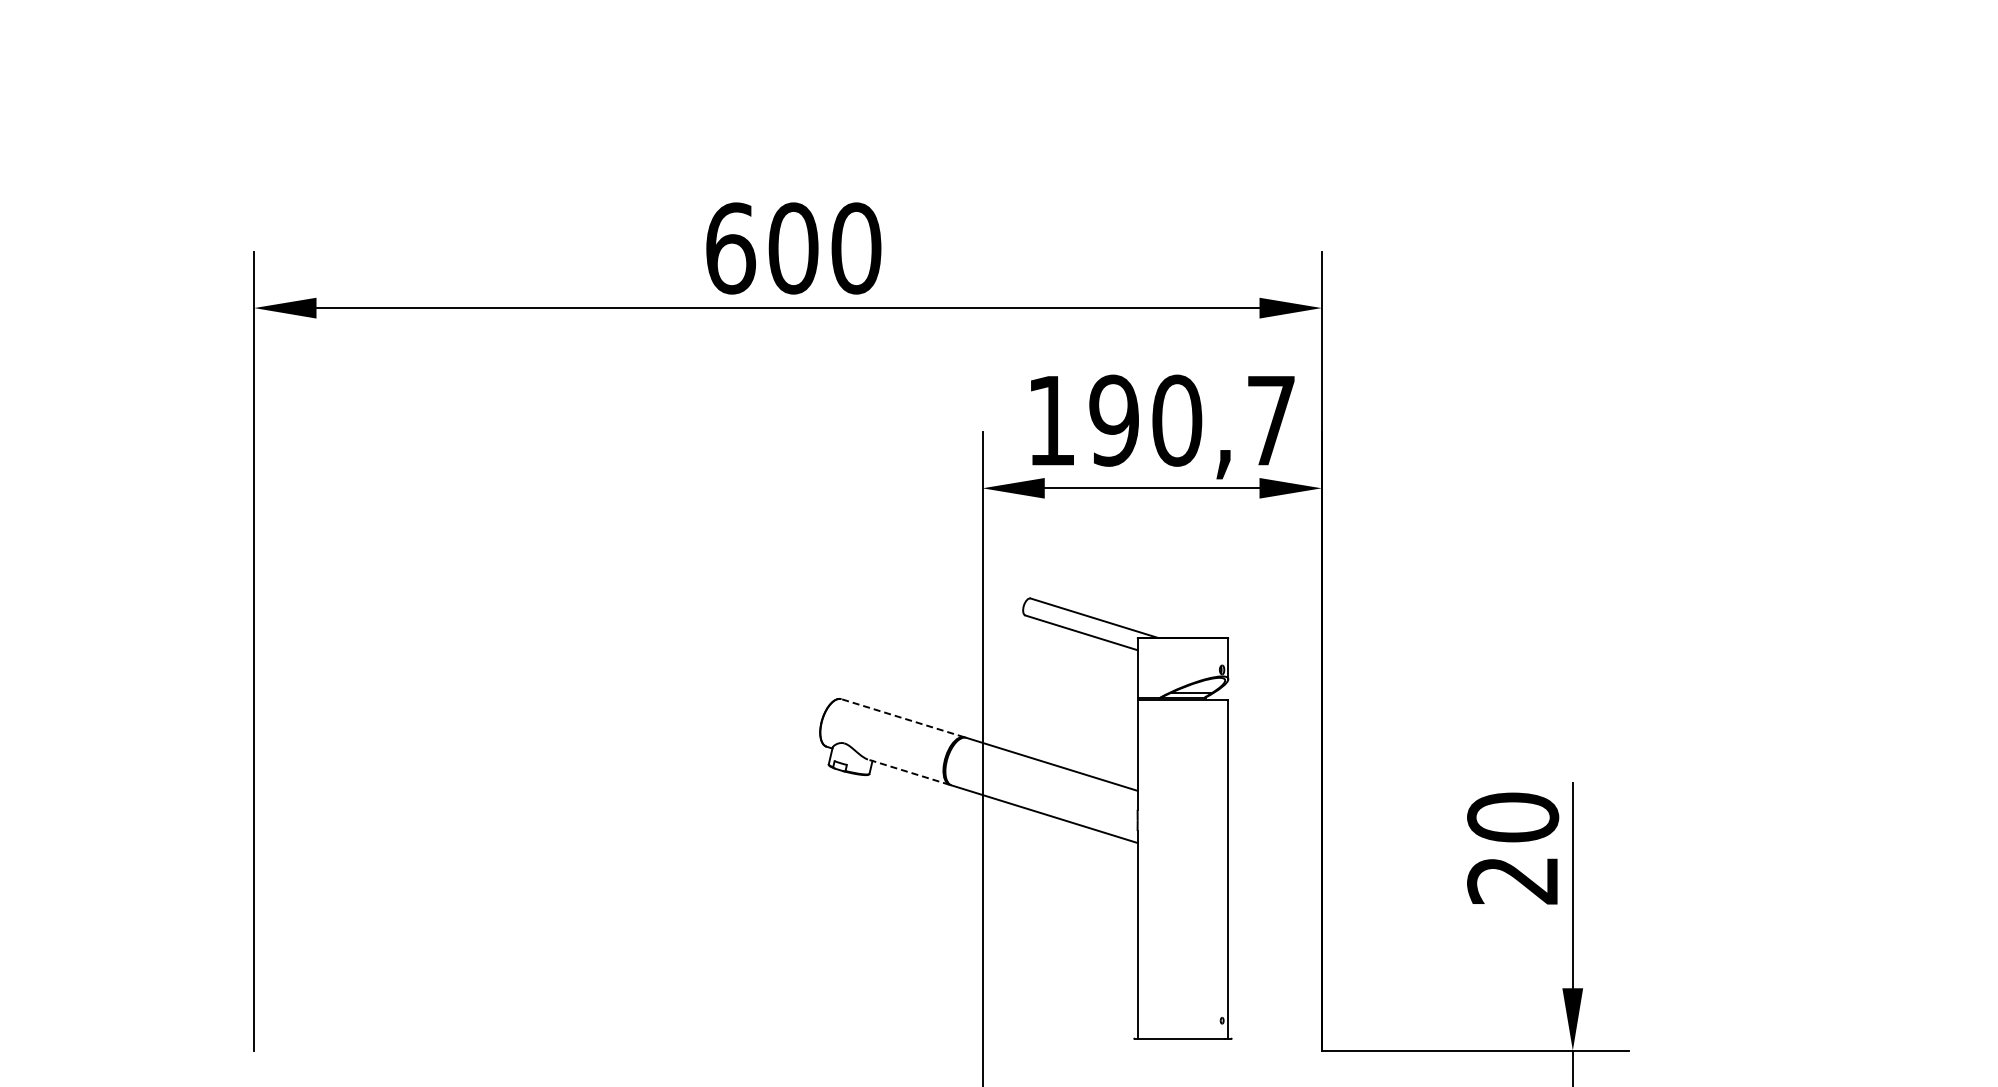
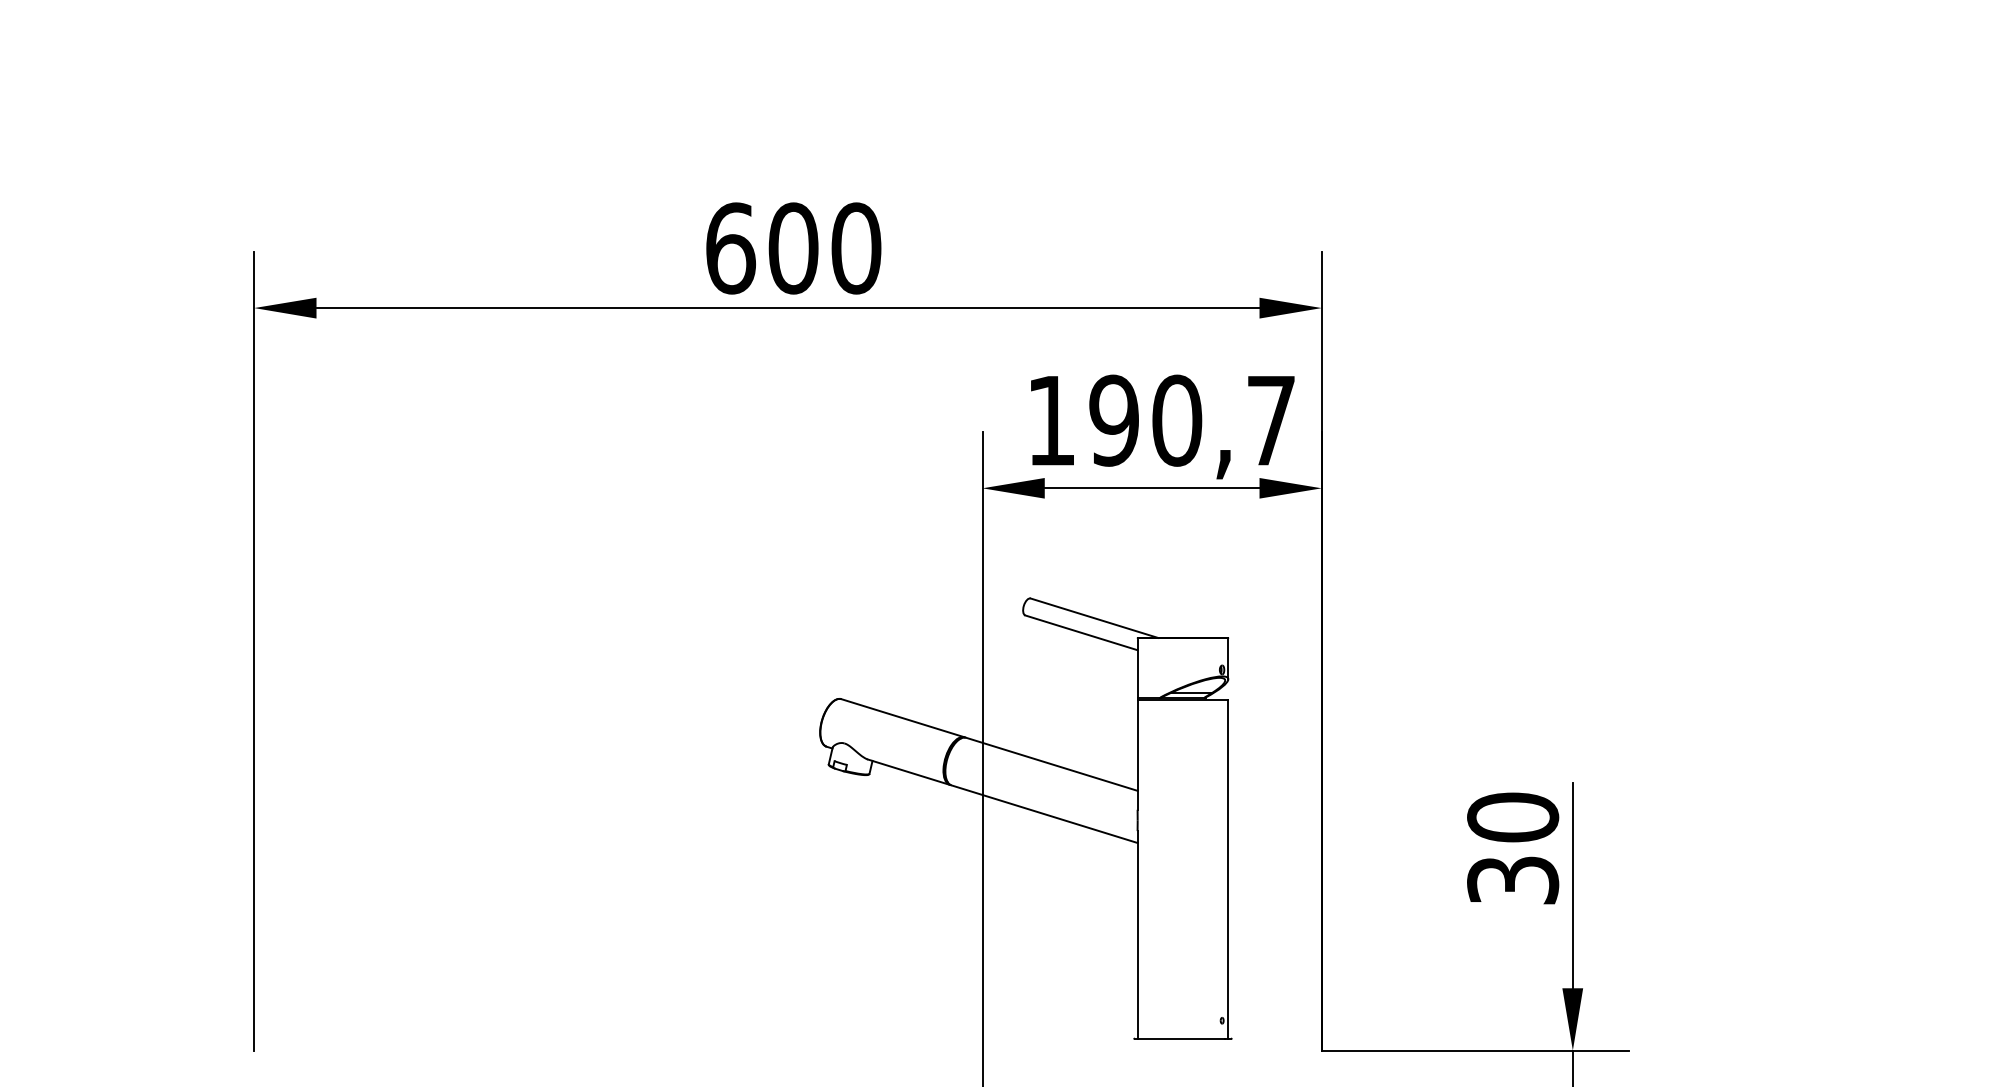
line at (902, 718): dashed -> solid
line at (908, 772): dashed -> solid
text at (1513, 880): 20 -> 30
